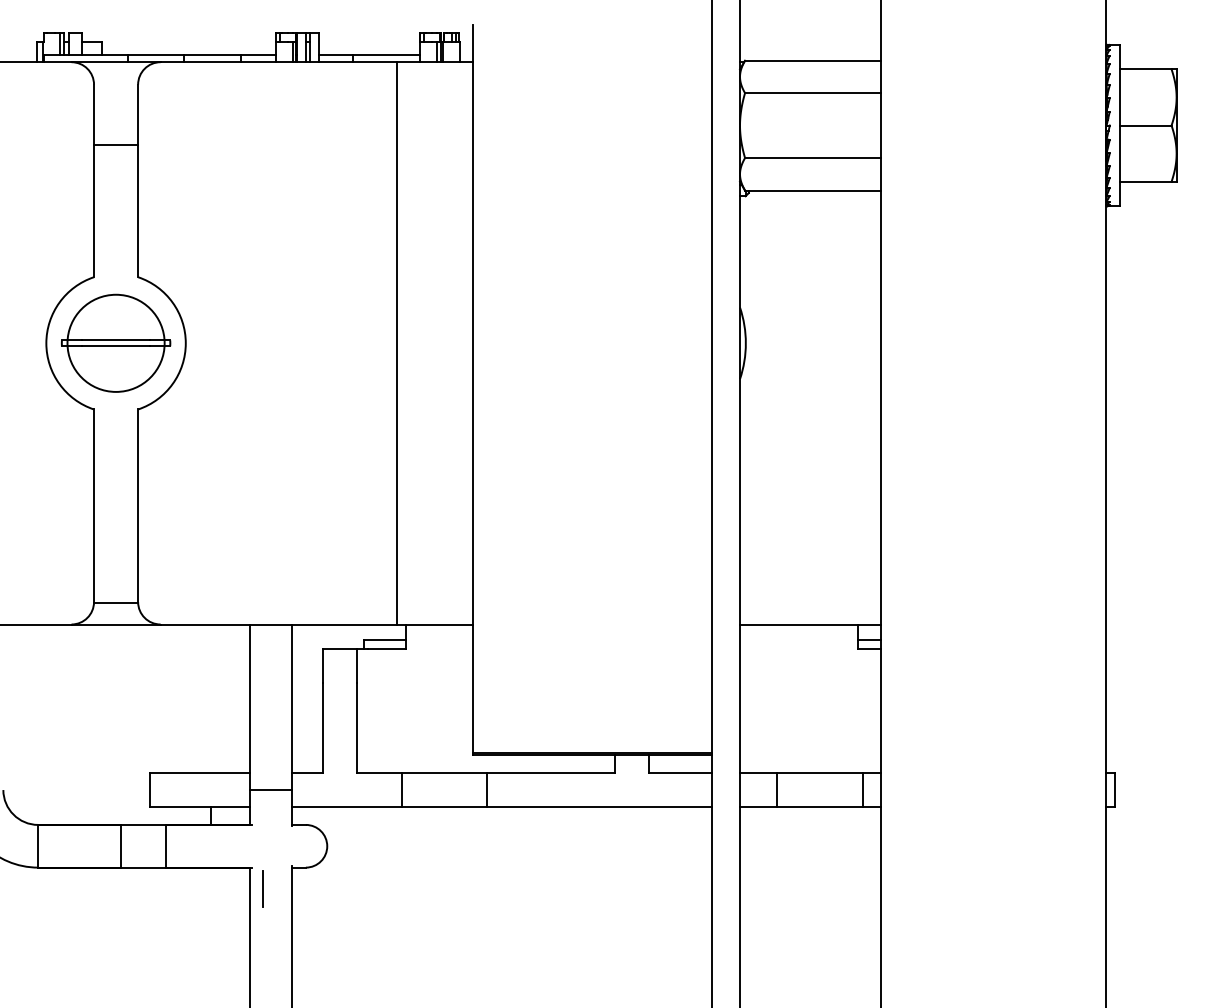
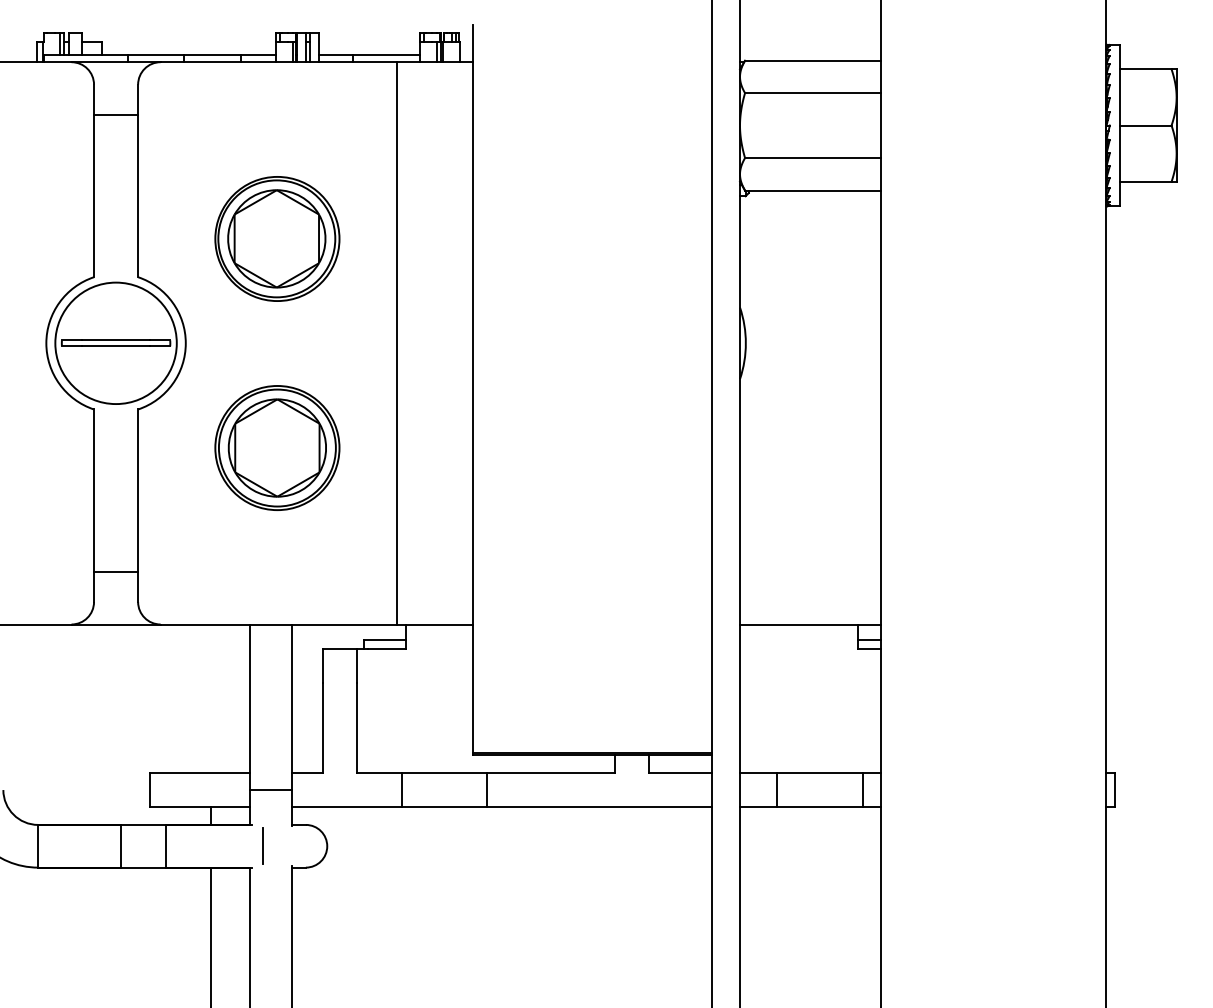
line at (116, 144) position: (116, 144) -> (116, 114)
part at (277, 238): none -> present
circle at (115, 342) diameter: 97 px -> 121 px
part at (277, 447): none -> present
line at (116, 603) position: (116, 603) -> (116, 572)
line at (262, 888) position: (262, 888) -> (262, 845)
line at (211, 935): none -> present
